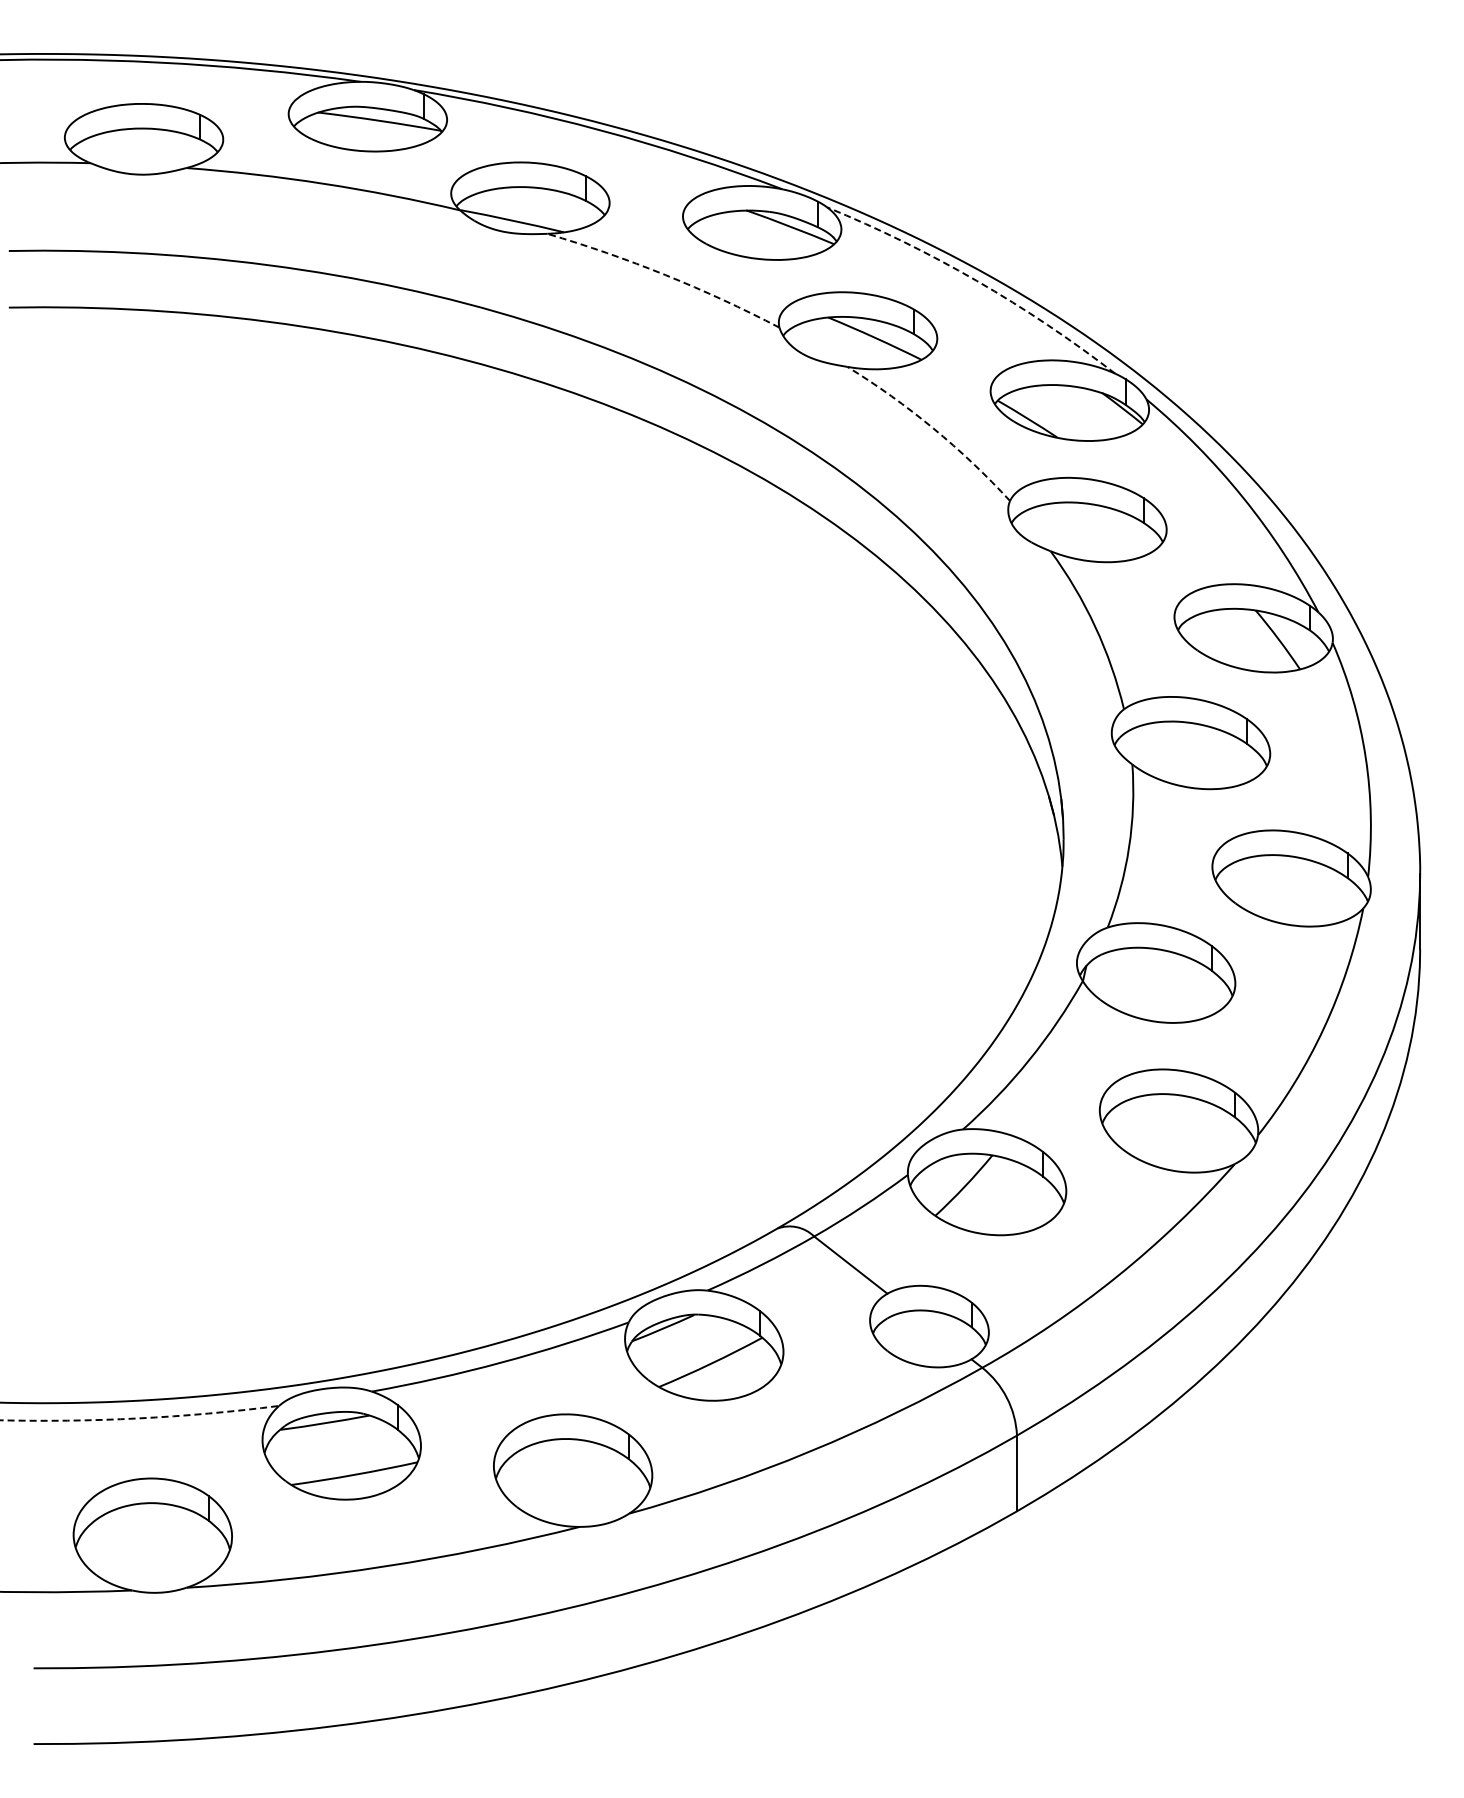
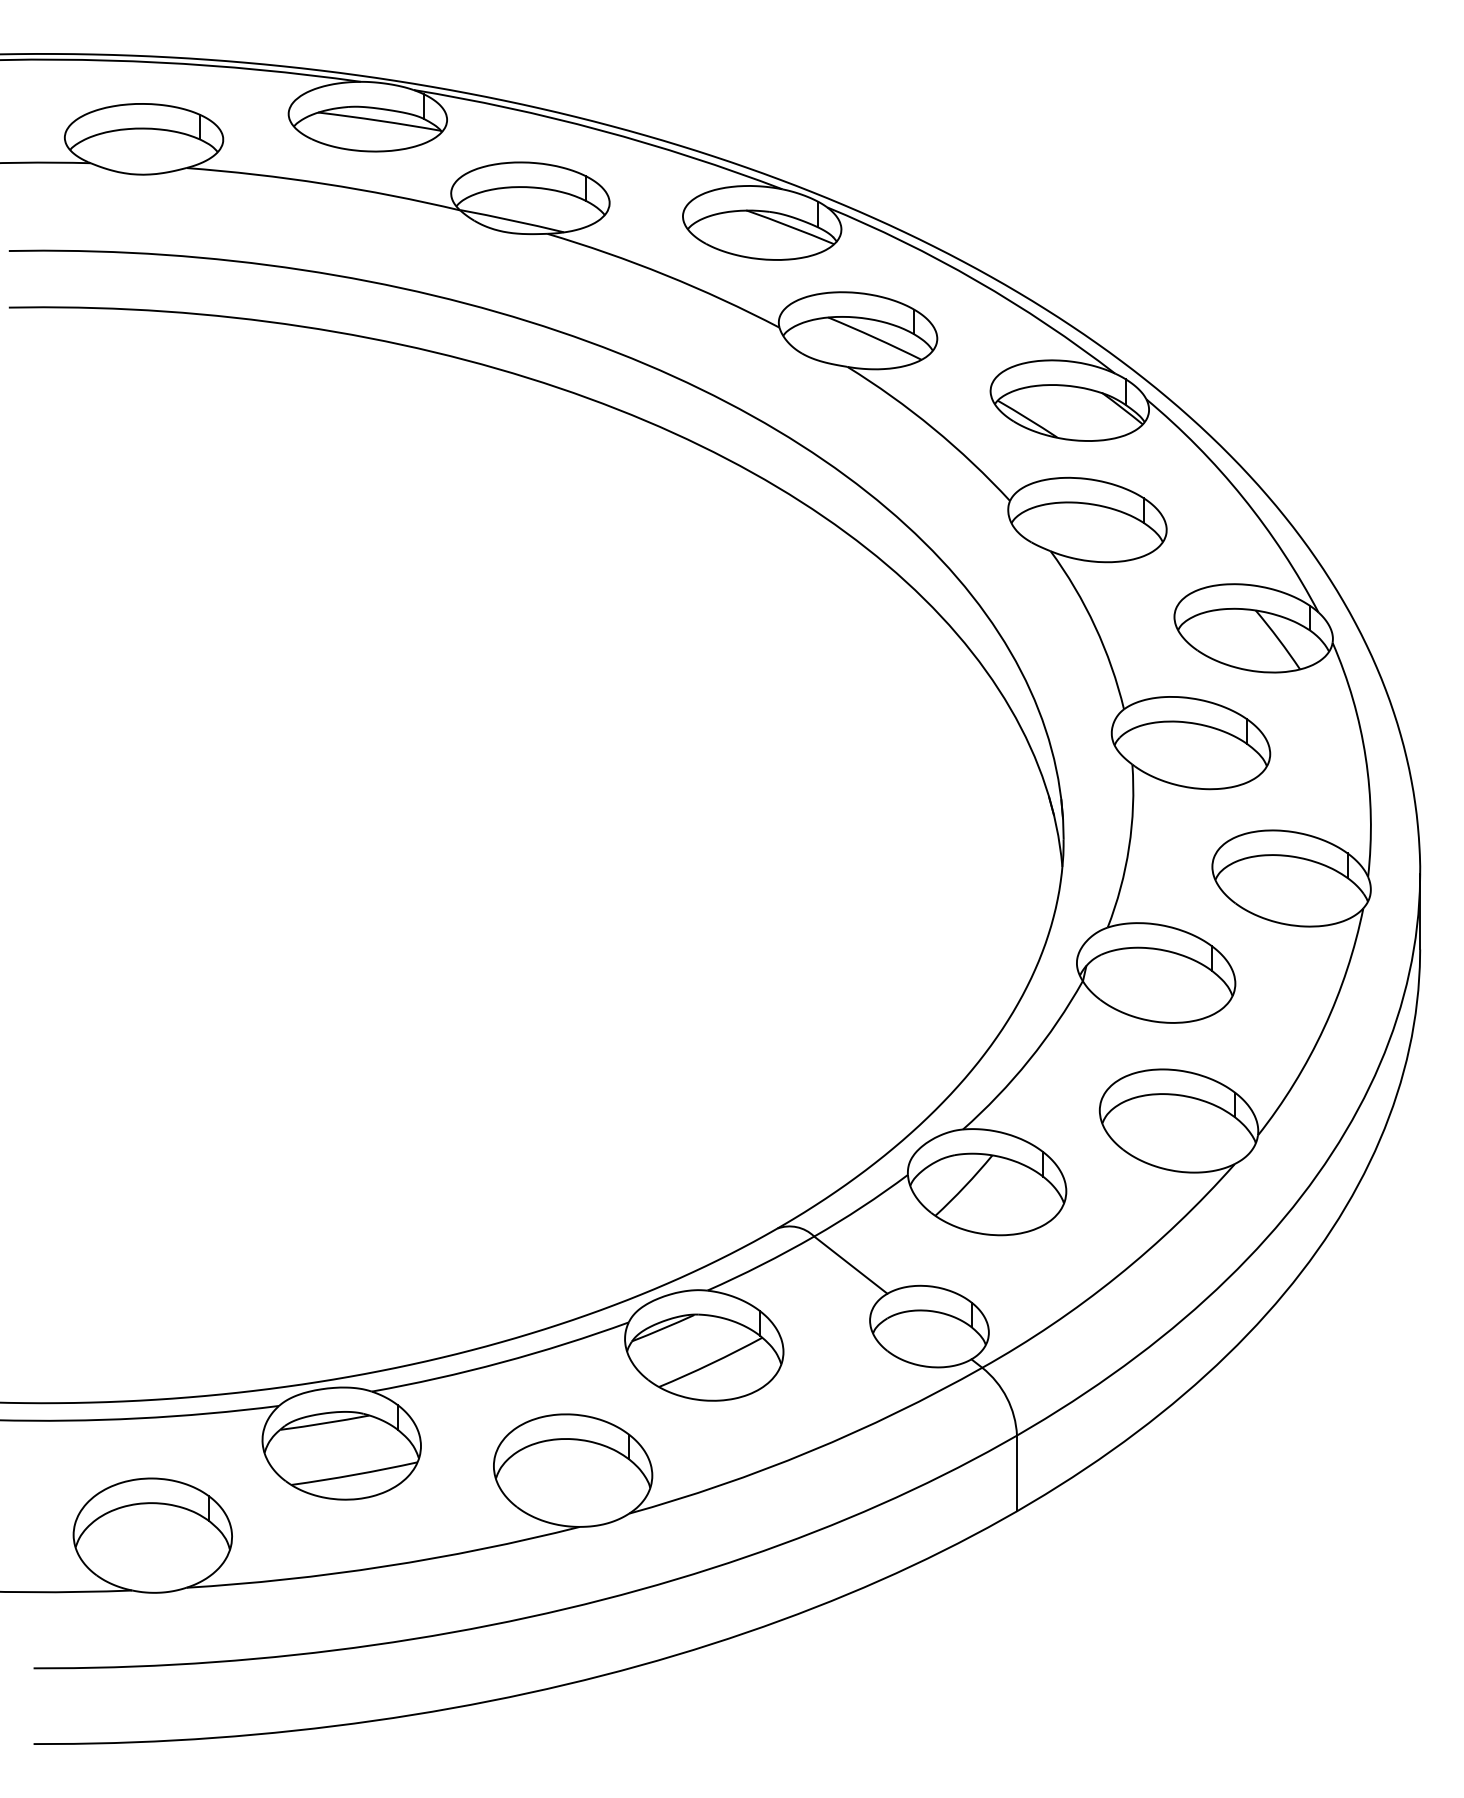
arc at (665, 275): dashed -> solid
arc at (976, 280): dashed -> solid
arc at (933, 428): dashed -> solid
arc at (140, 1418): dashed -> solid
